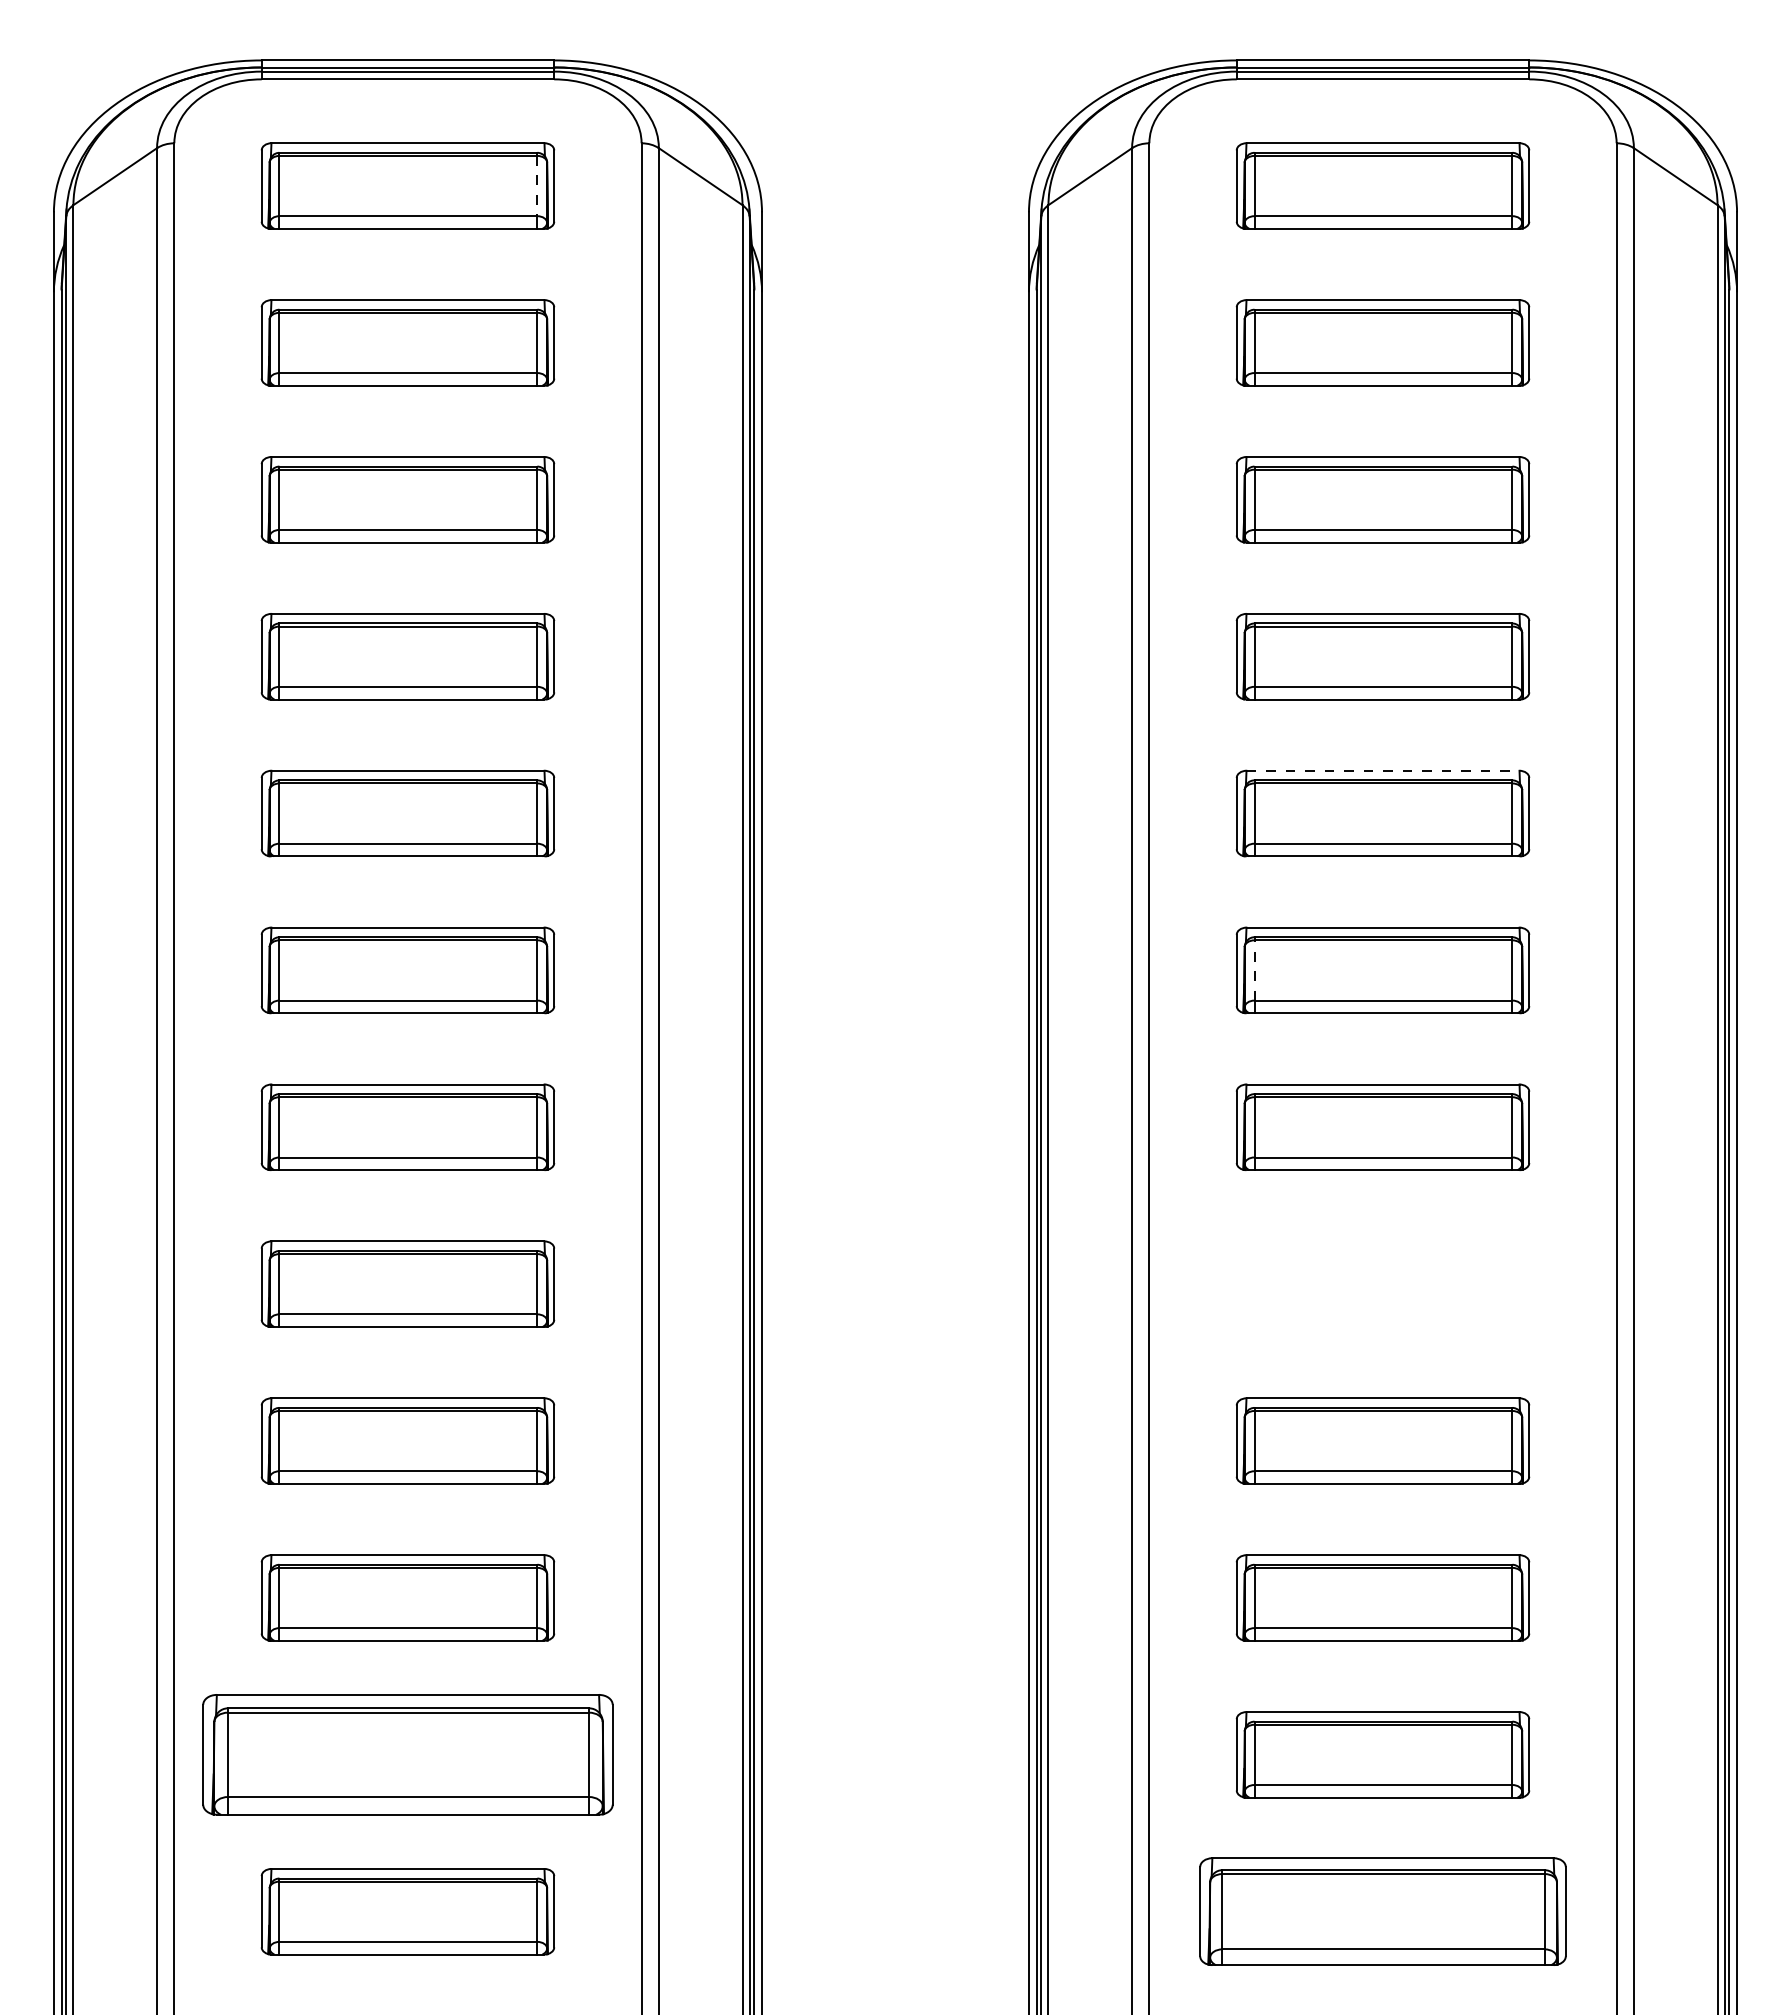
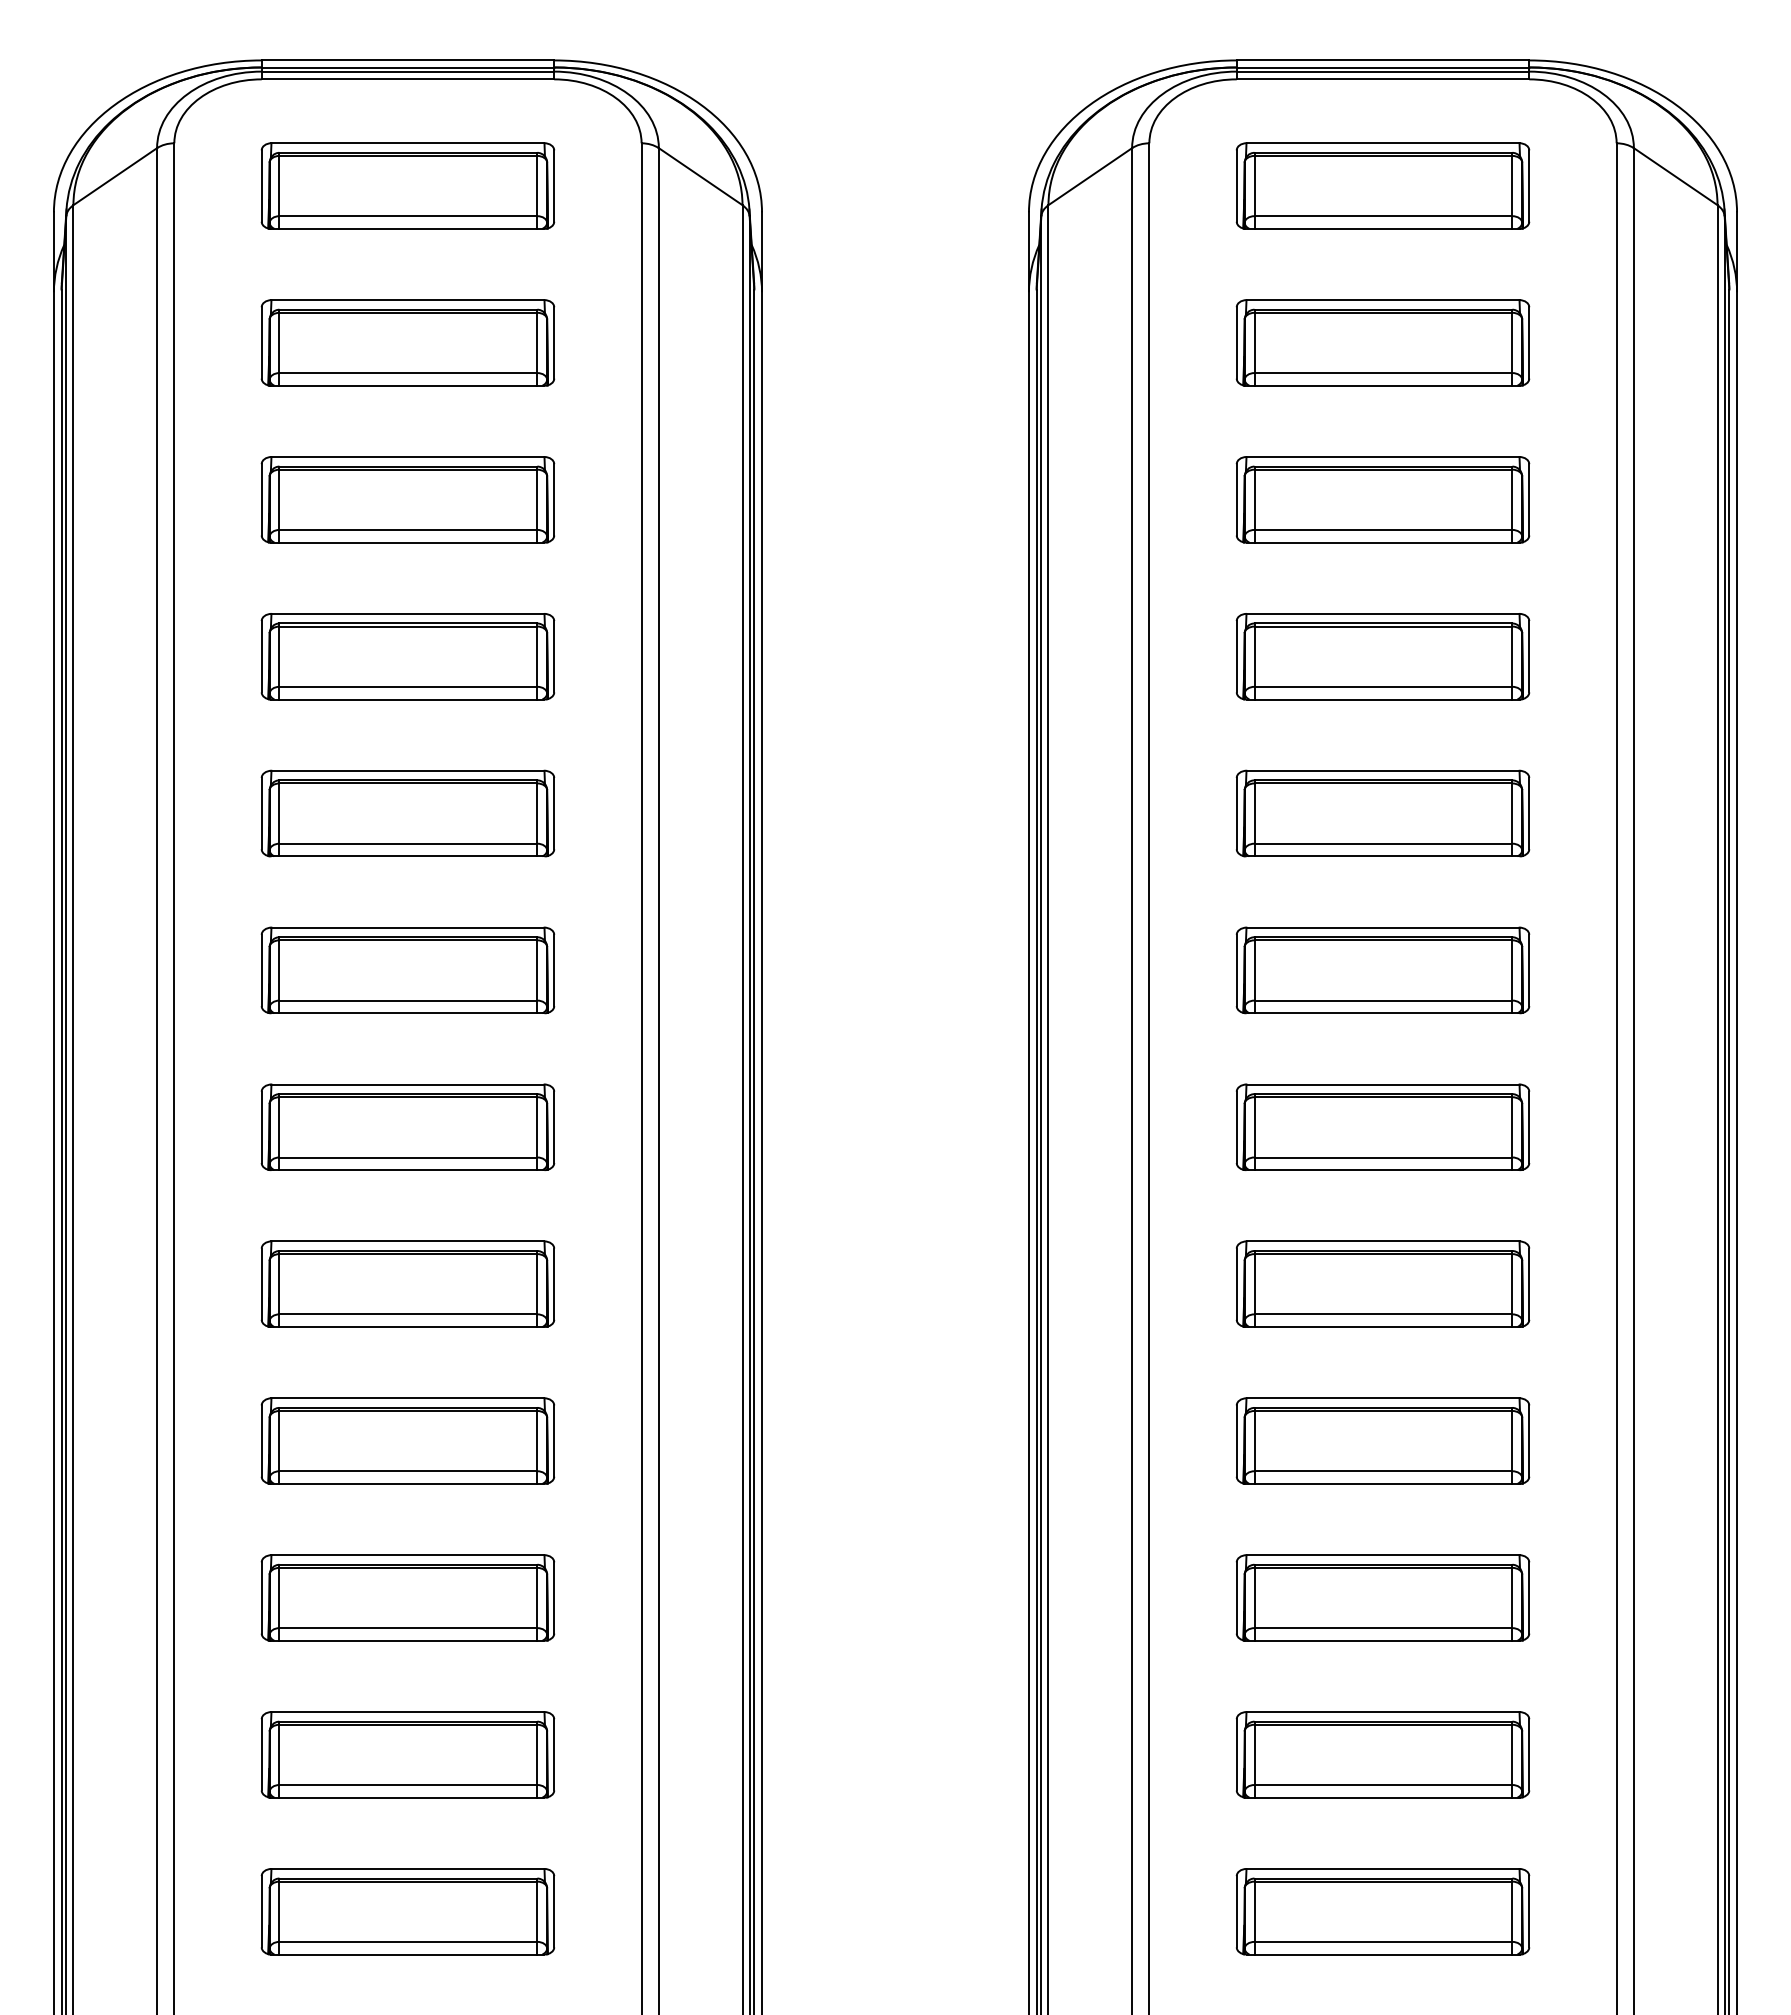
line at (537, 186): dashed -> solid
line at (1383, 770): dashed -> solid
line at (1254, 970): dashed -> solid
part at (1382, 1283): none -> present
part at (407, 1754) size: 412x122 px -> 296x88 px
part at (1382, 1911) size: 368x109 px -> 296x88 px
